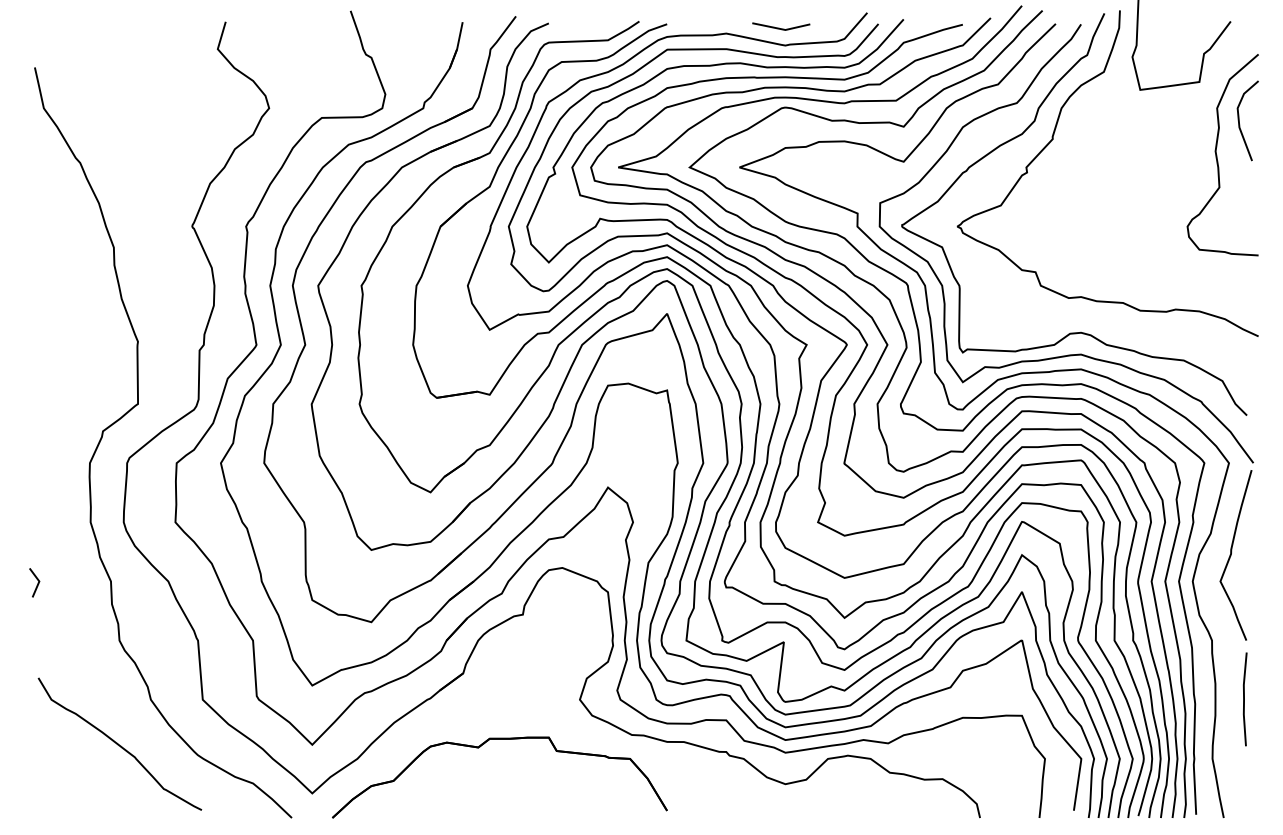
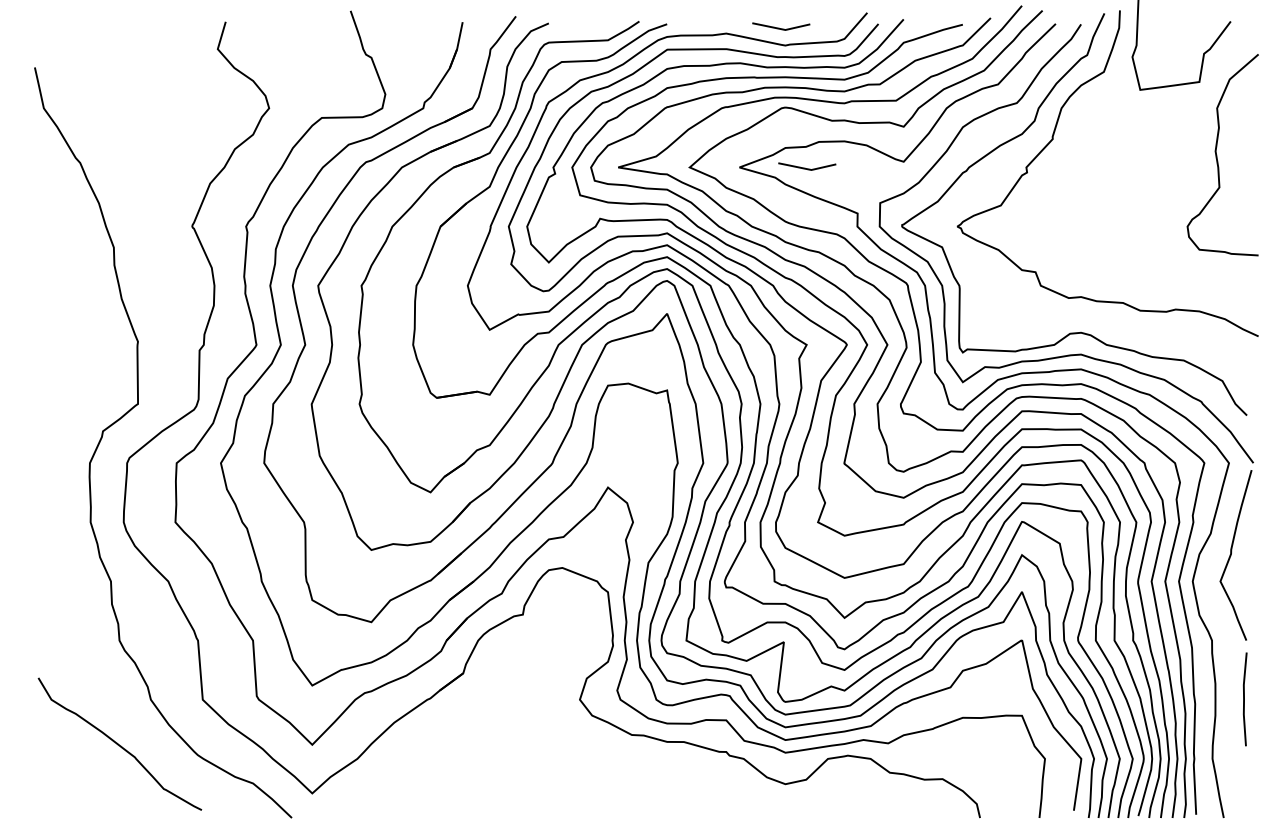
line at (1239, 120): present -> none
line at (807, 168): none -> present
line at (37, 582): present -> none
part at (480, 747): present -> none
